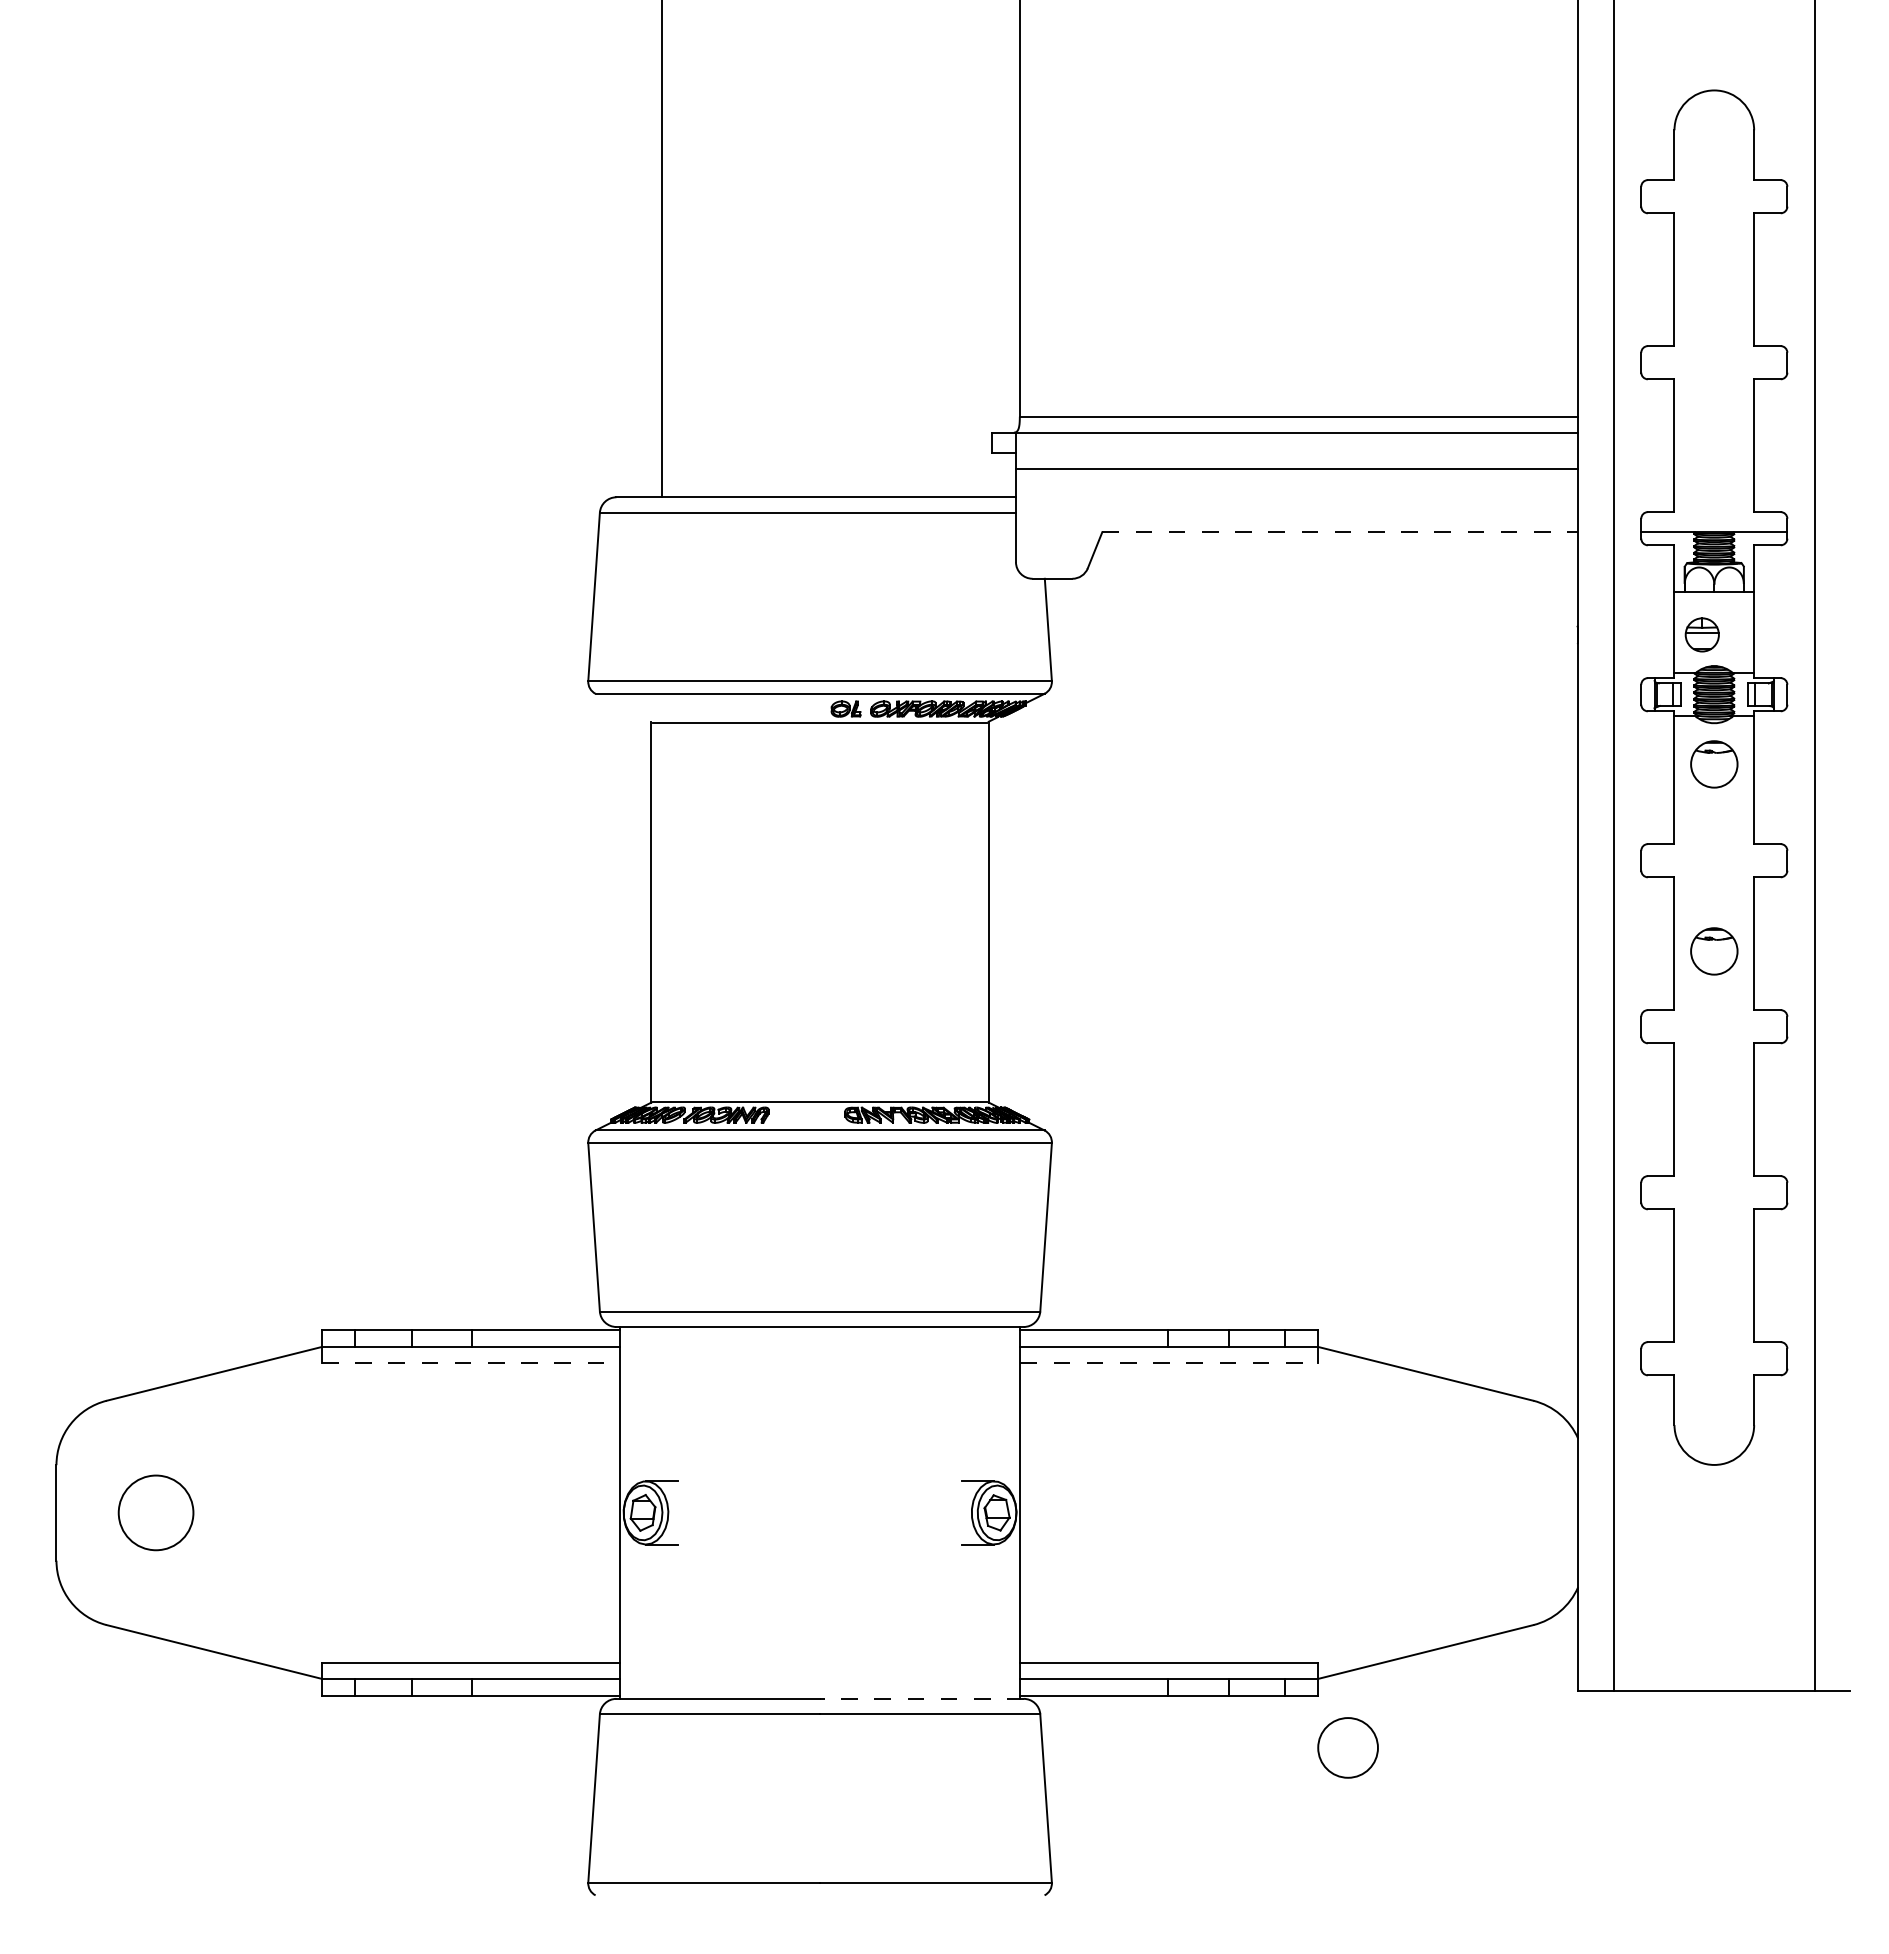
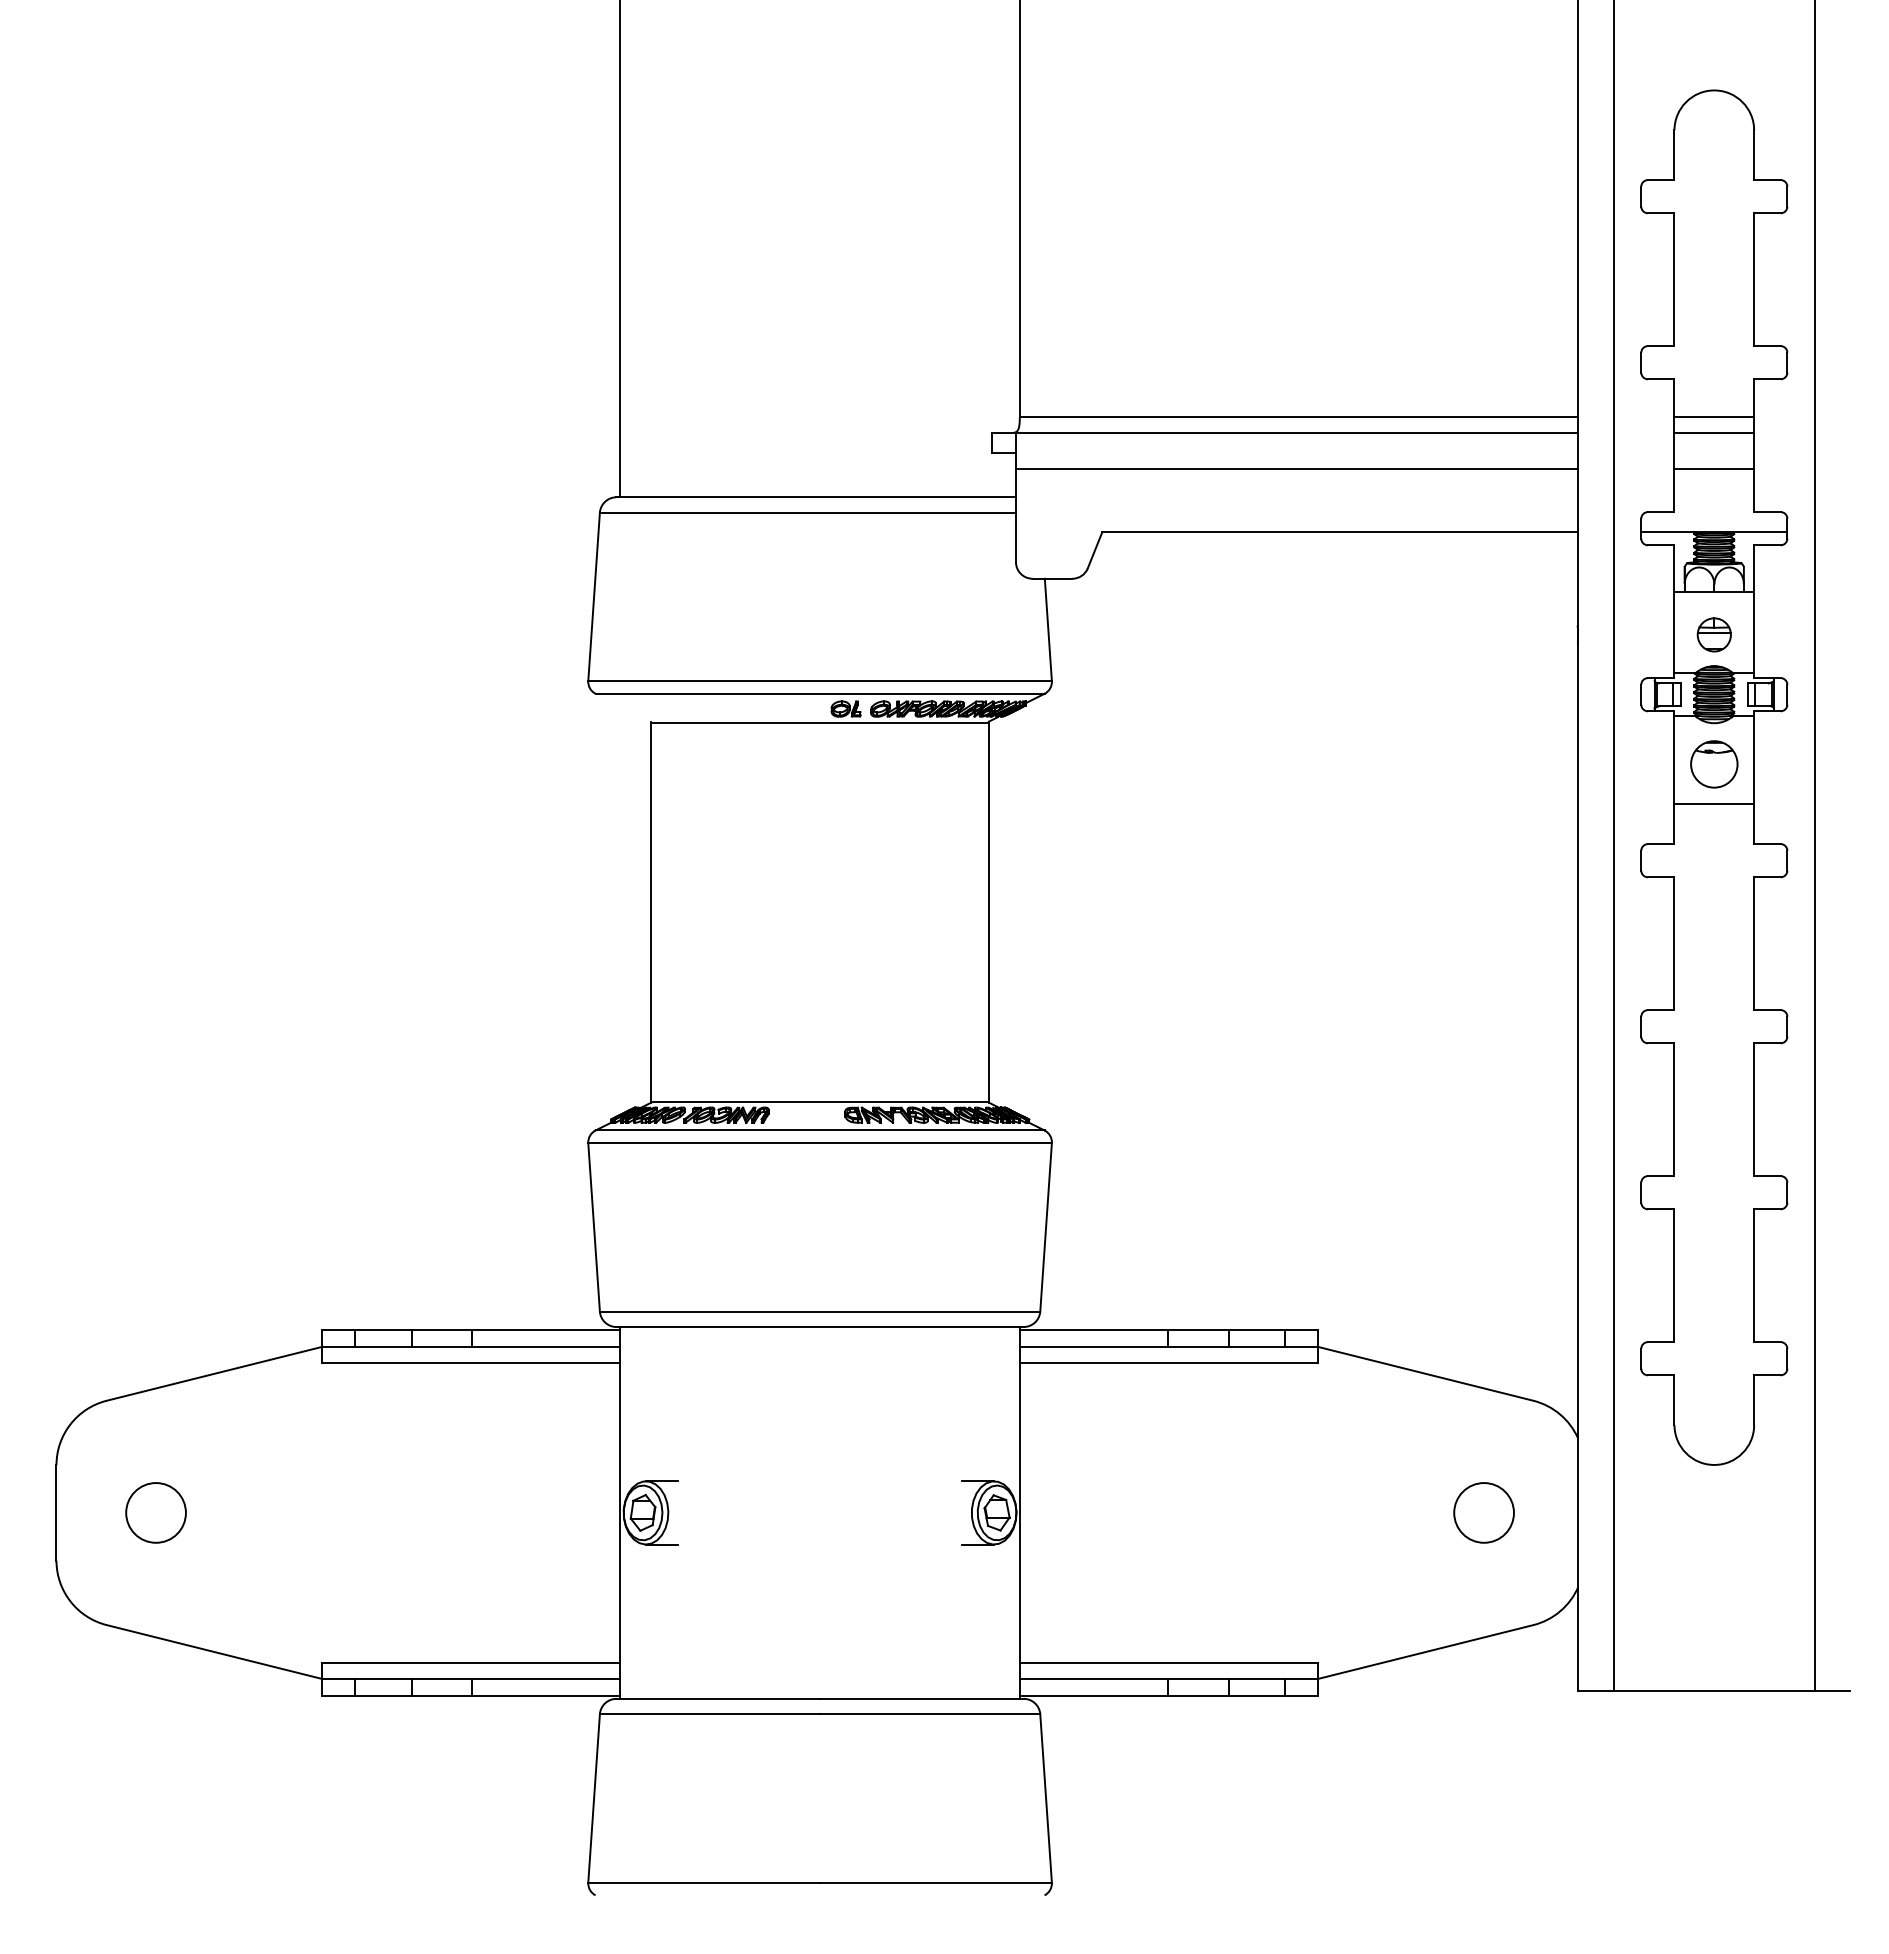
line at (661, 249) position: (661, 249) -> (619, 249)
line at (1714, 416): none -> present
line at (1714, 432): none -> present
line at (1714, 468): none -> present
line at (1340, 532): dashed -> solid
part at (1701, 634) position: (1701, 634) -> (1713, 634)
line at (1714, 804): none -> present
part at (1714, 951): present -> none
line at (470, 1362): dashed -> solid
line at (1169, 1362): dashed -> solid
circle at (155, 1512) size: 78x78 px -> 62x62 px
line at (921, 1698): dashed -> solid
circle at (1347, 1747) position: (1347, 1747) -> (1483, 1512)
